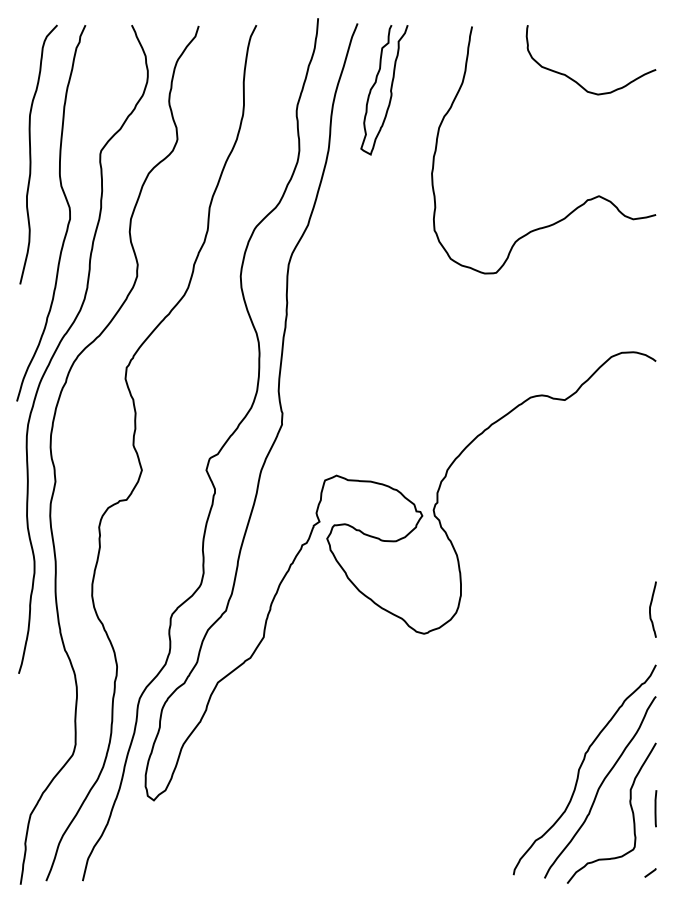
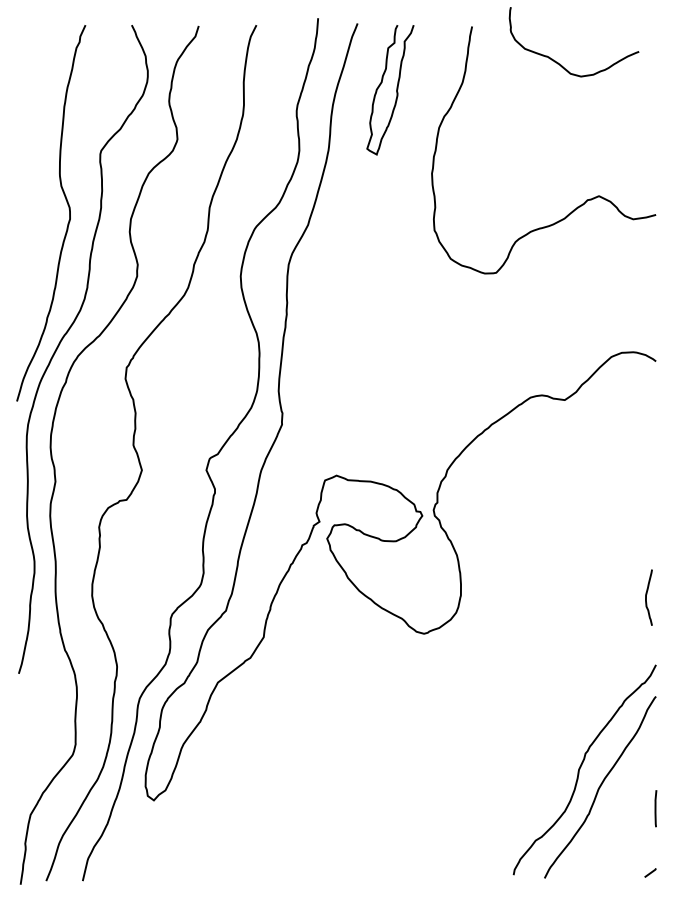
curve at (575, 80) position: (575, 80) -> (558, 62)
curve at (390, 90) position: (390, 90) -> (396, 90)
curve at (31, 154): present -> none
curve at (650, 609) position: (650, 609) -> (646, 597)
curve at (630, 808): present -> none
